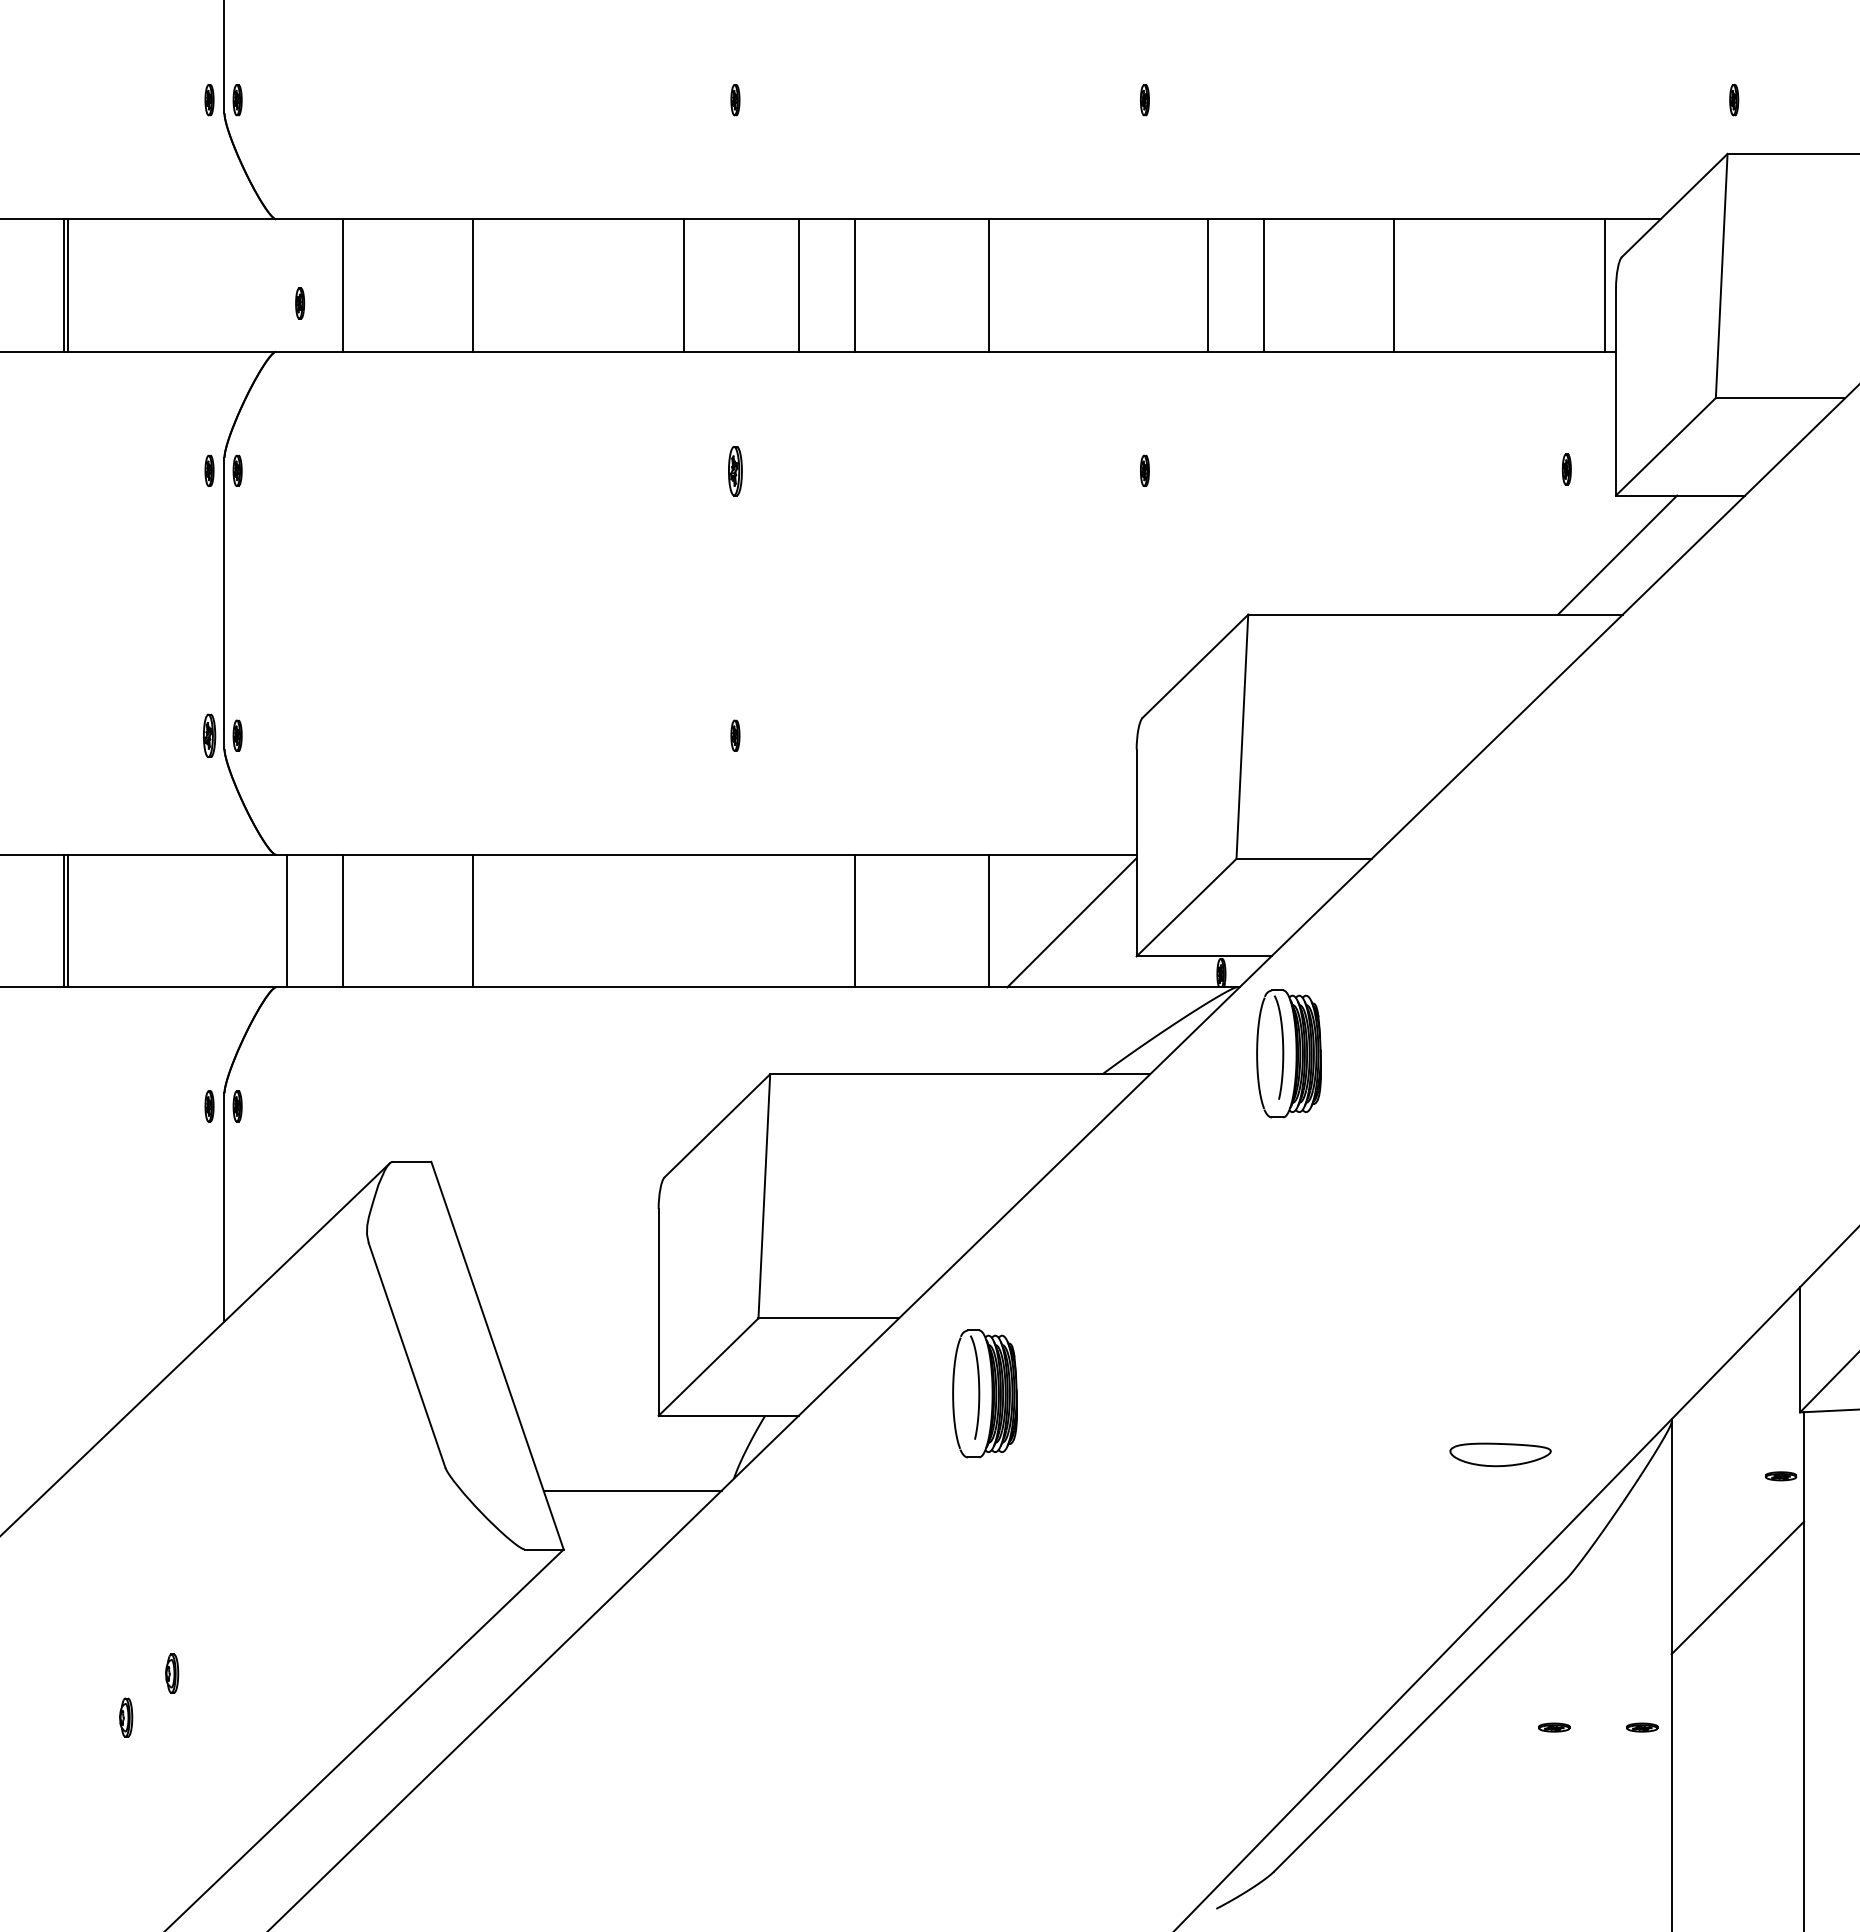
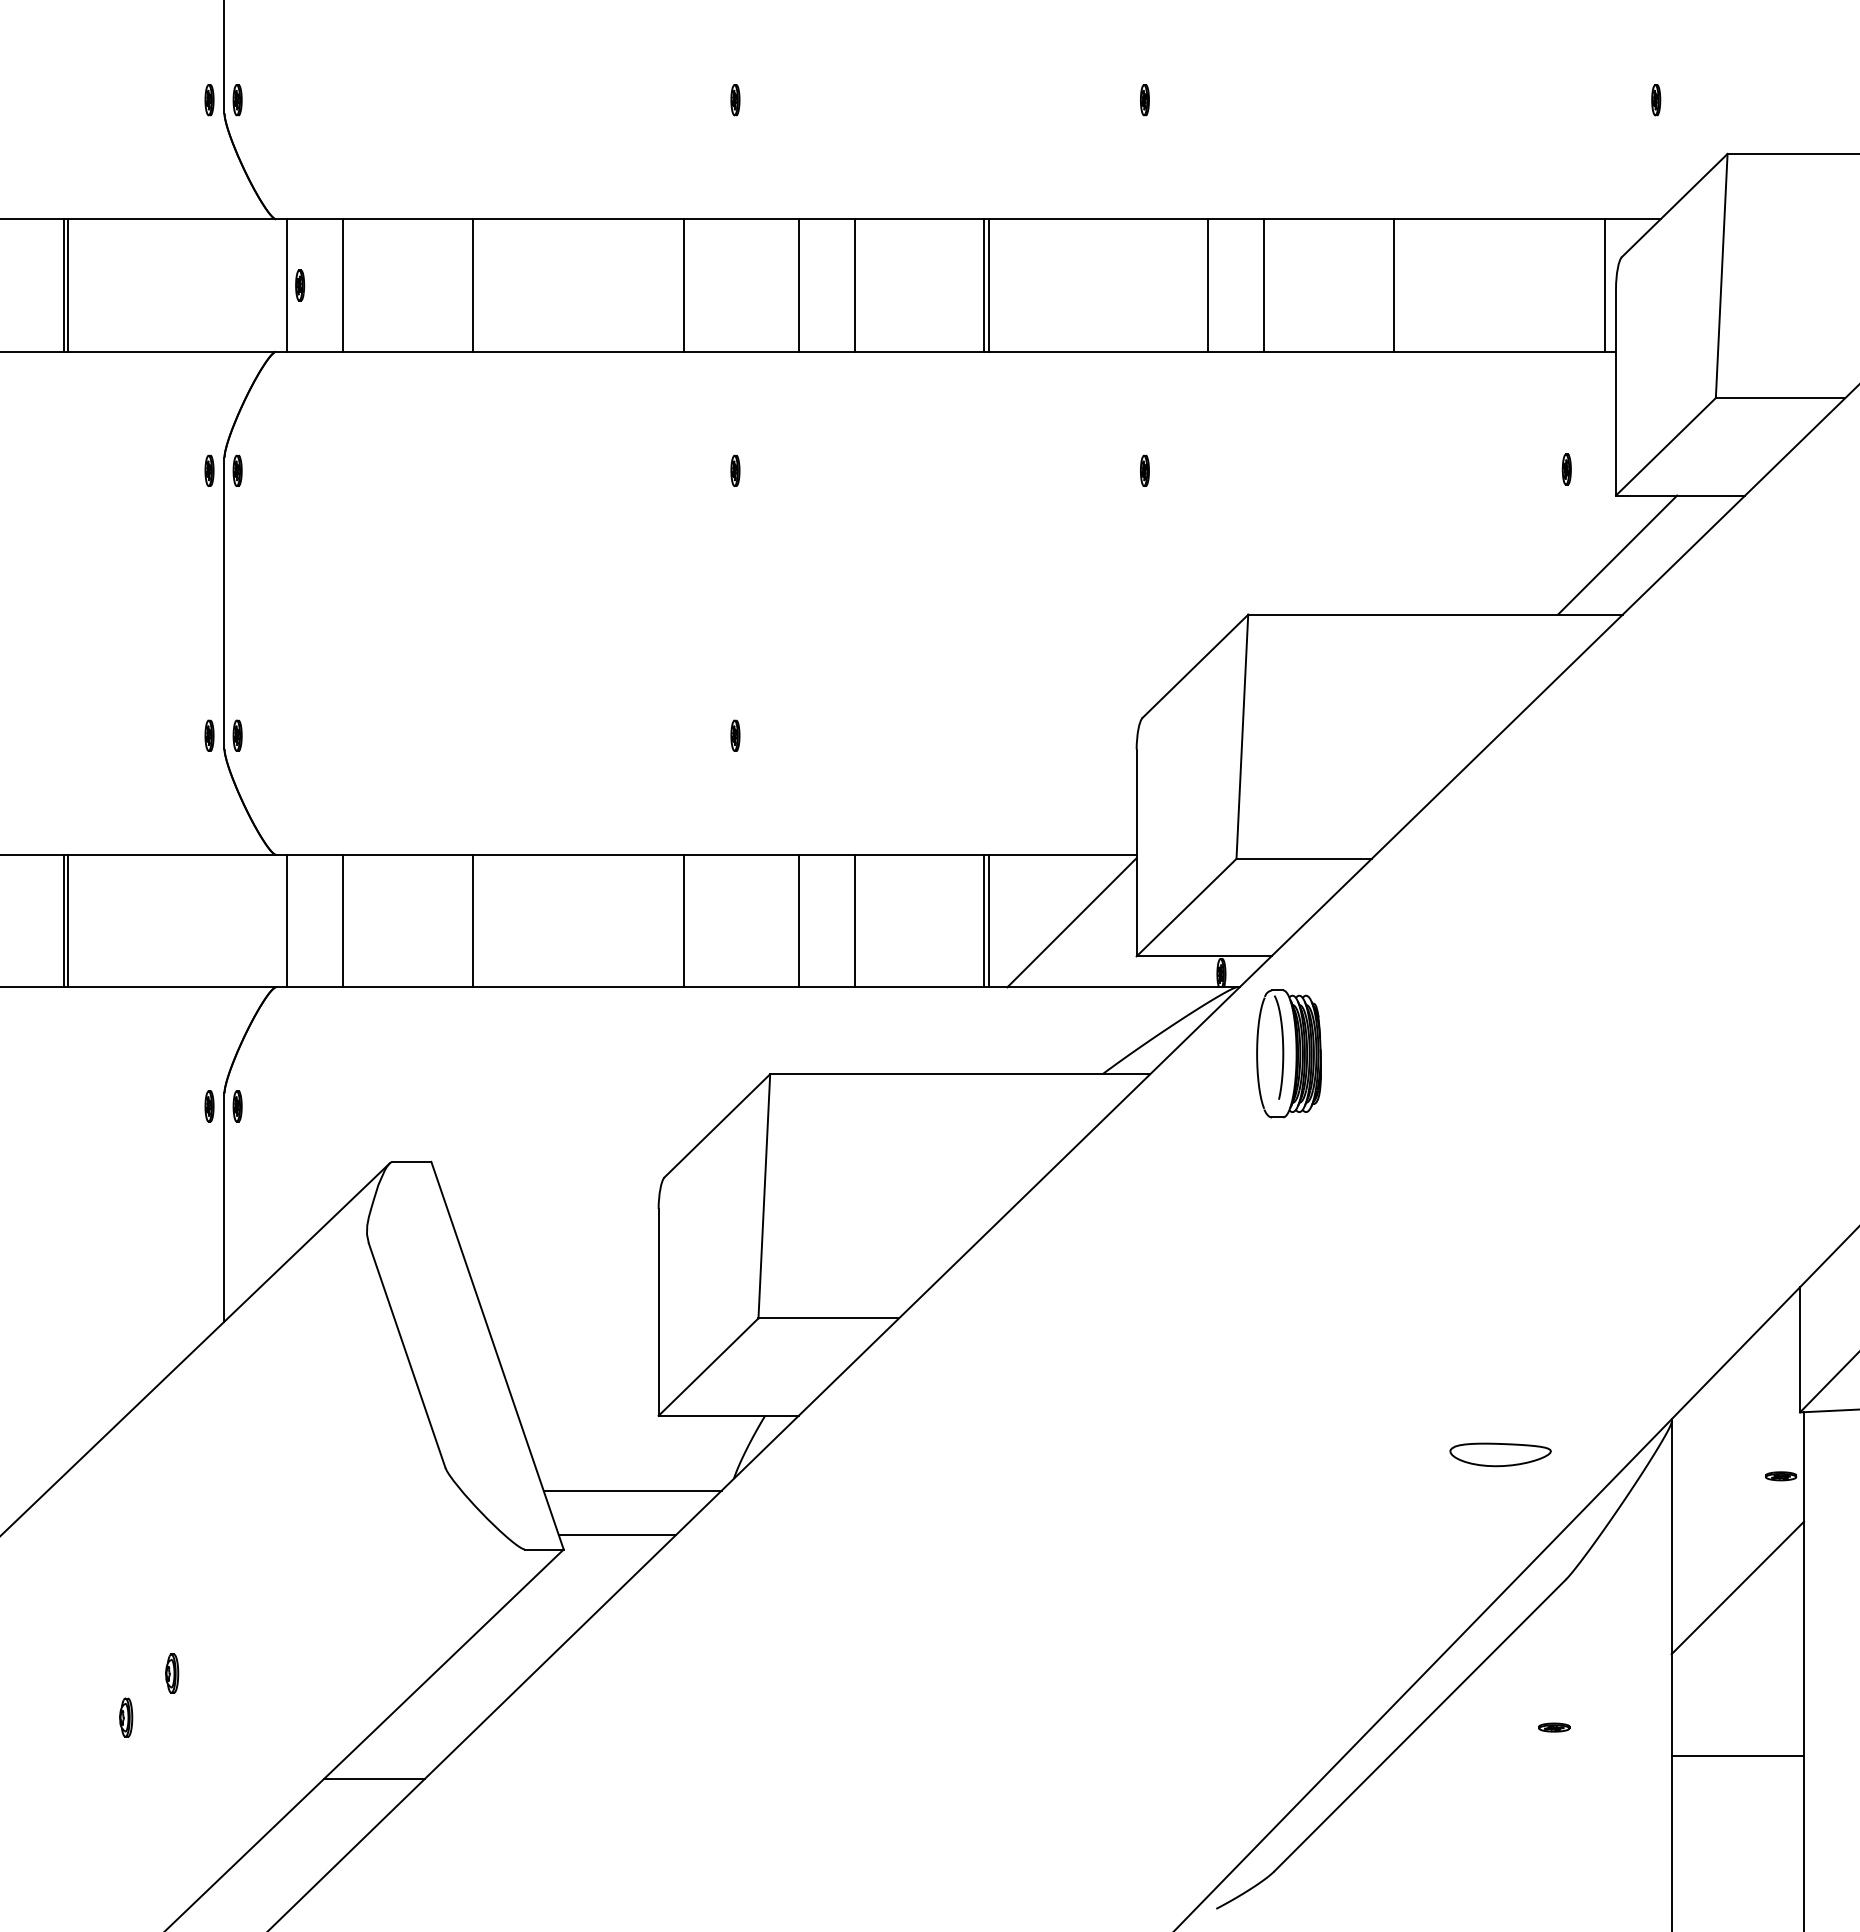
part at (1734, 100) position: (1734, 100) -> (1656, 100)
line at (286, 285): none -> present
line at (984, 285): none -> present
part at (300, 303) position: (300, 303) -> (300, 285)
part at (735, 471) size: 15x51 px -> 11x33 px
part at (209, 735) size: 14x46 px -> 11x33 px
line at (683, 920): none -> present
line at (798, 920): none -> present
line at (984, 920): none -> present
part at (984, 1393): present -> none
line at (617, 1535): none -> present
part at (1642, 1727): present -> none
line at (1737, 1755): none -> present
line at (373, 1779): none -> present
